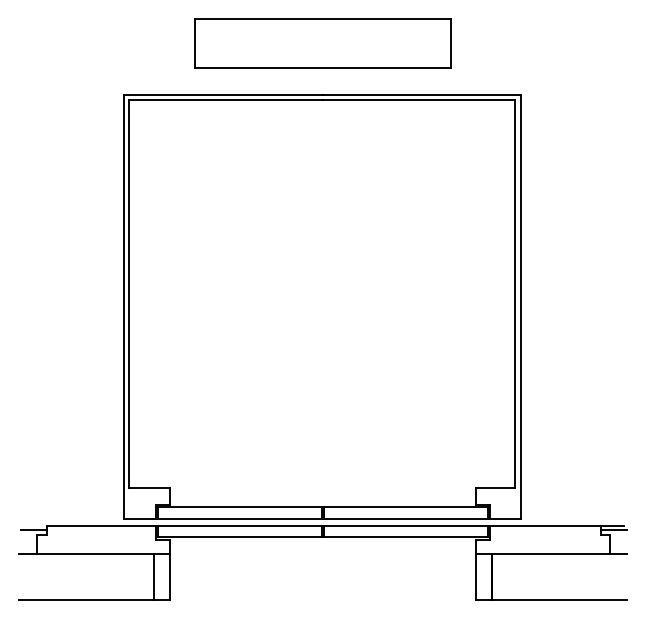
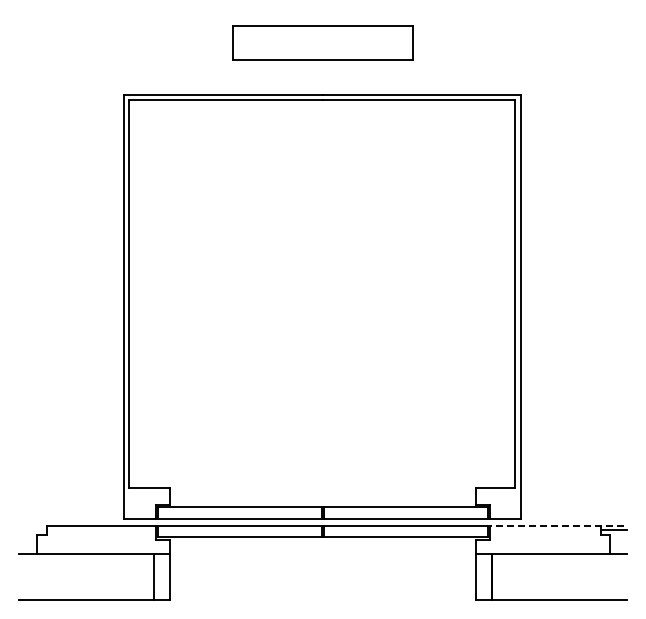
part at (322, 43) size: 258x51 px -> 182x36 px
line at (556, 525): solid -> dashed
line at (33, 530): present -> none
